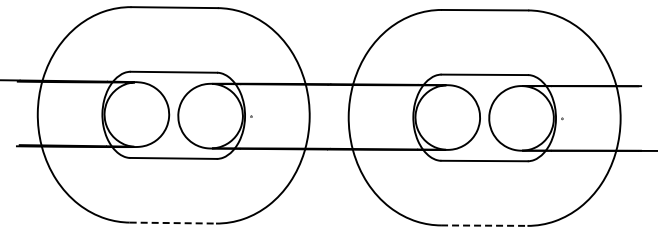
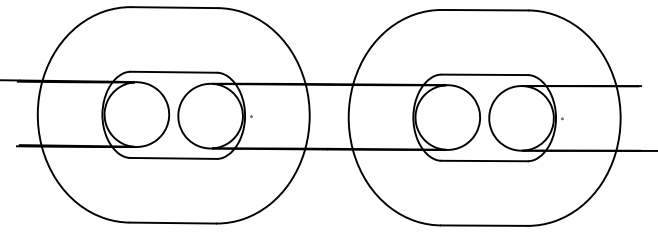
line at (173, 223): dashed -> solid
line at (484, 225): dashed -> solid
